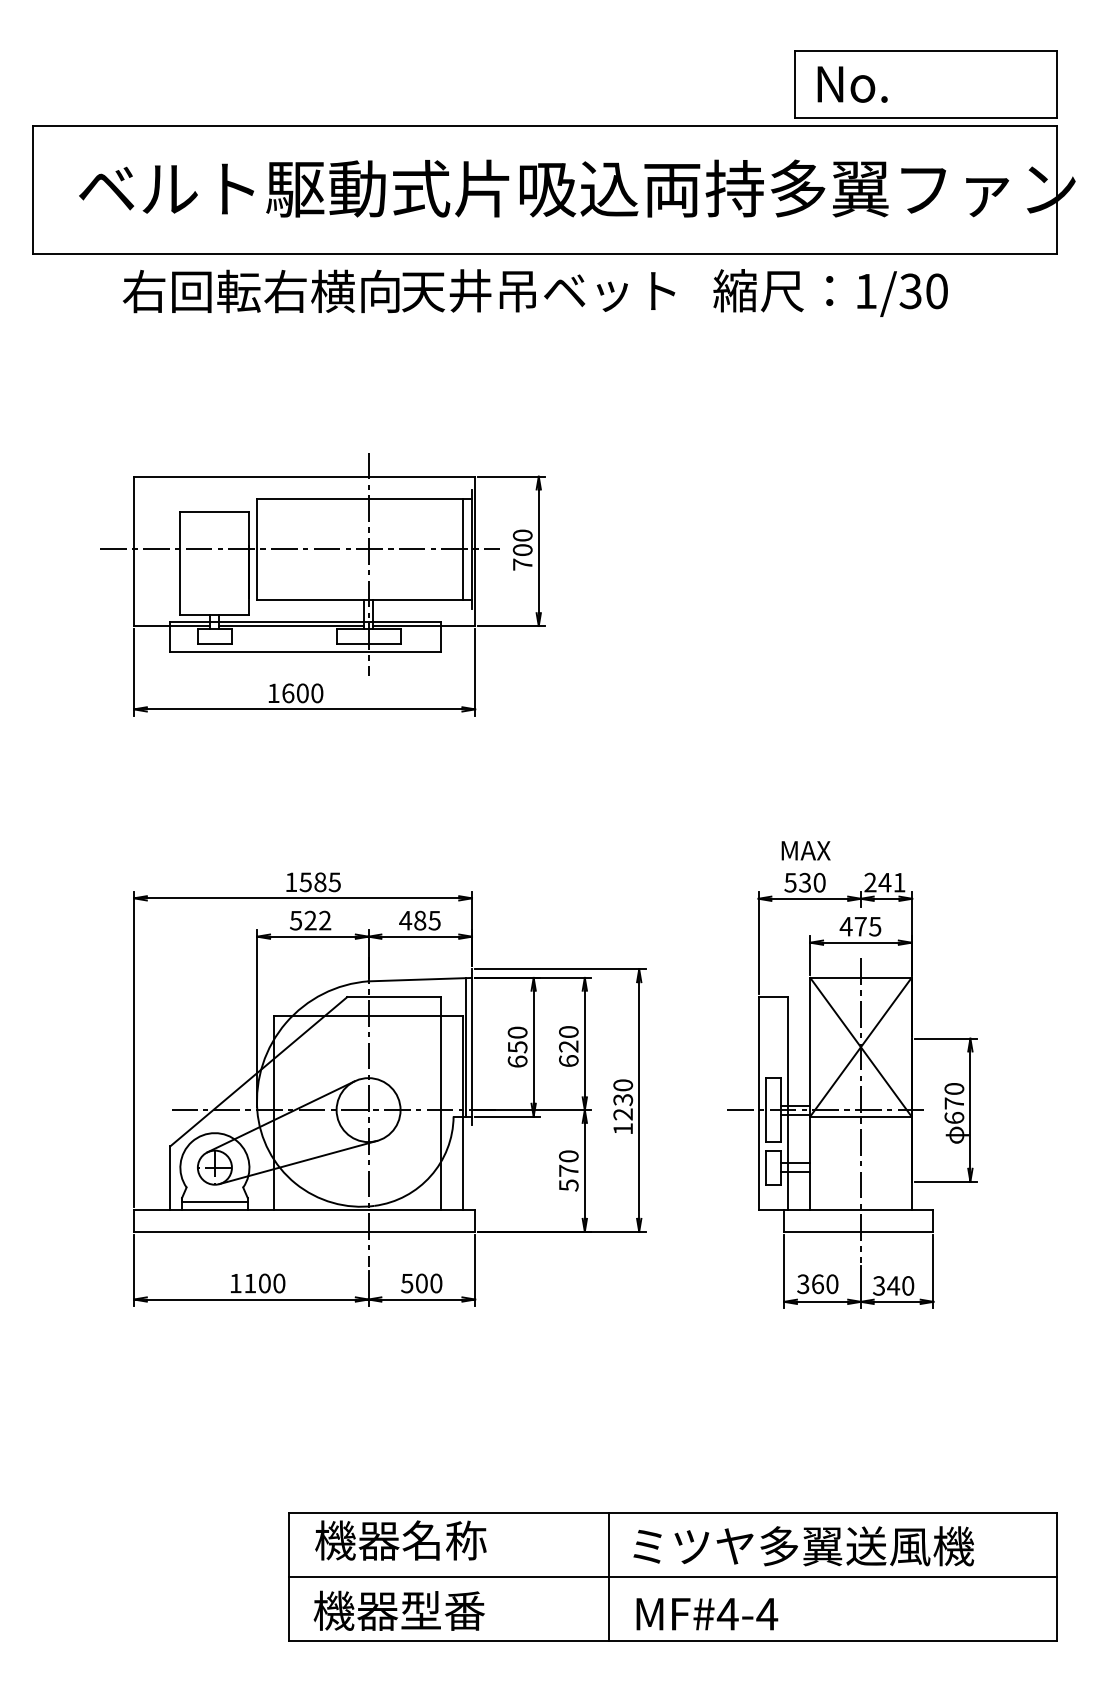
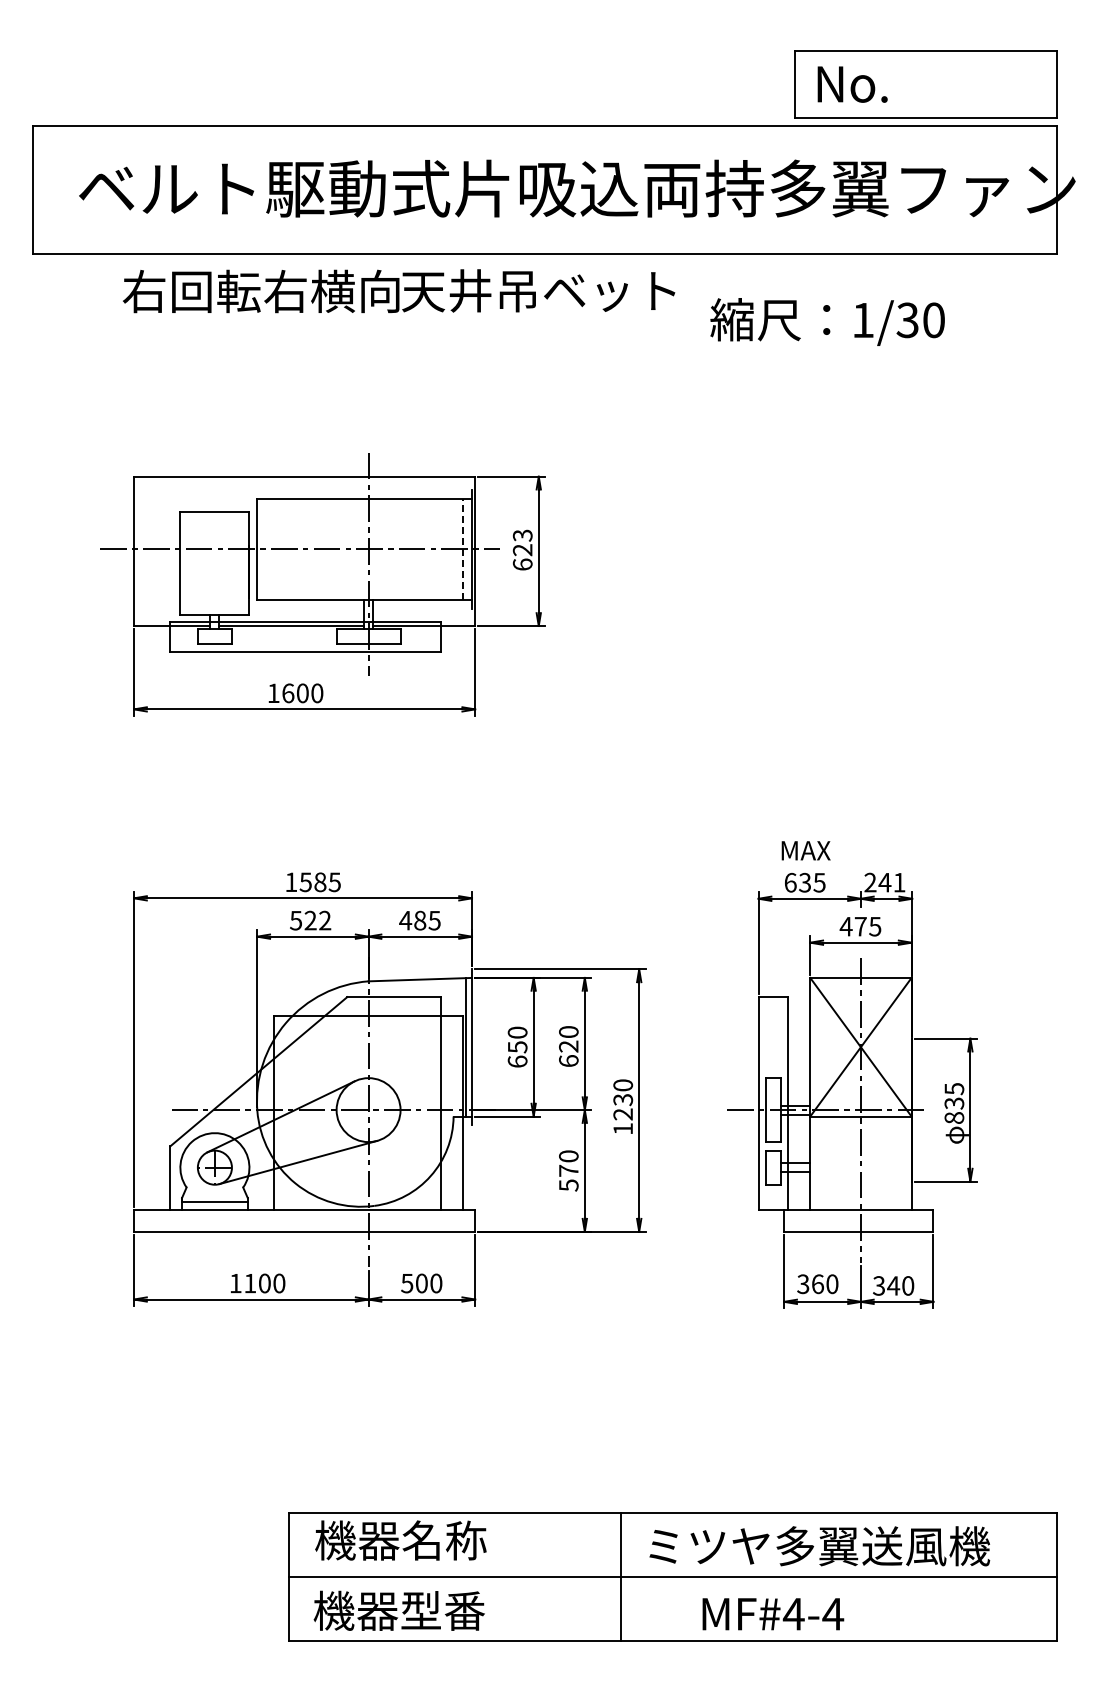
text at (830, 292) position: (830, 292) -> (827, 321)
line at (463, 549): solid -> dashed
text at (522, 549): 700 -> 623
text at (804, 882): 530 -> 635
text at (954, 1103): 670 -> 835
text at (803, 1546) position: (803, 1546) -> (819, 1546)
line at (608, 1577) position: (608, 1577) -> (620, 1577)
text at (707, 1614) position: (707, 1614) -> (773, 1614)
